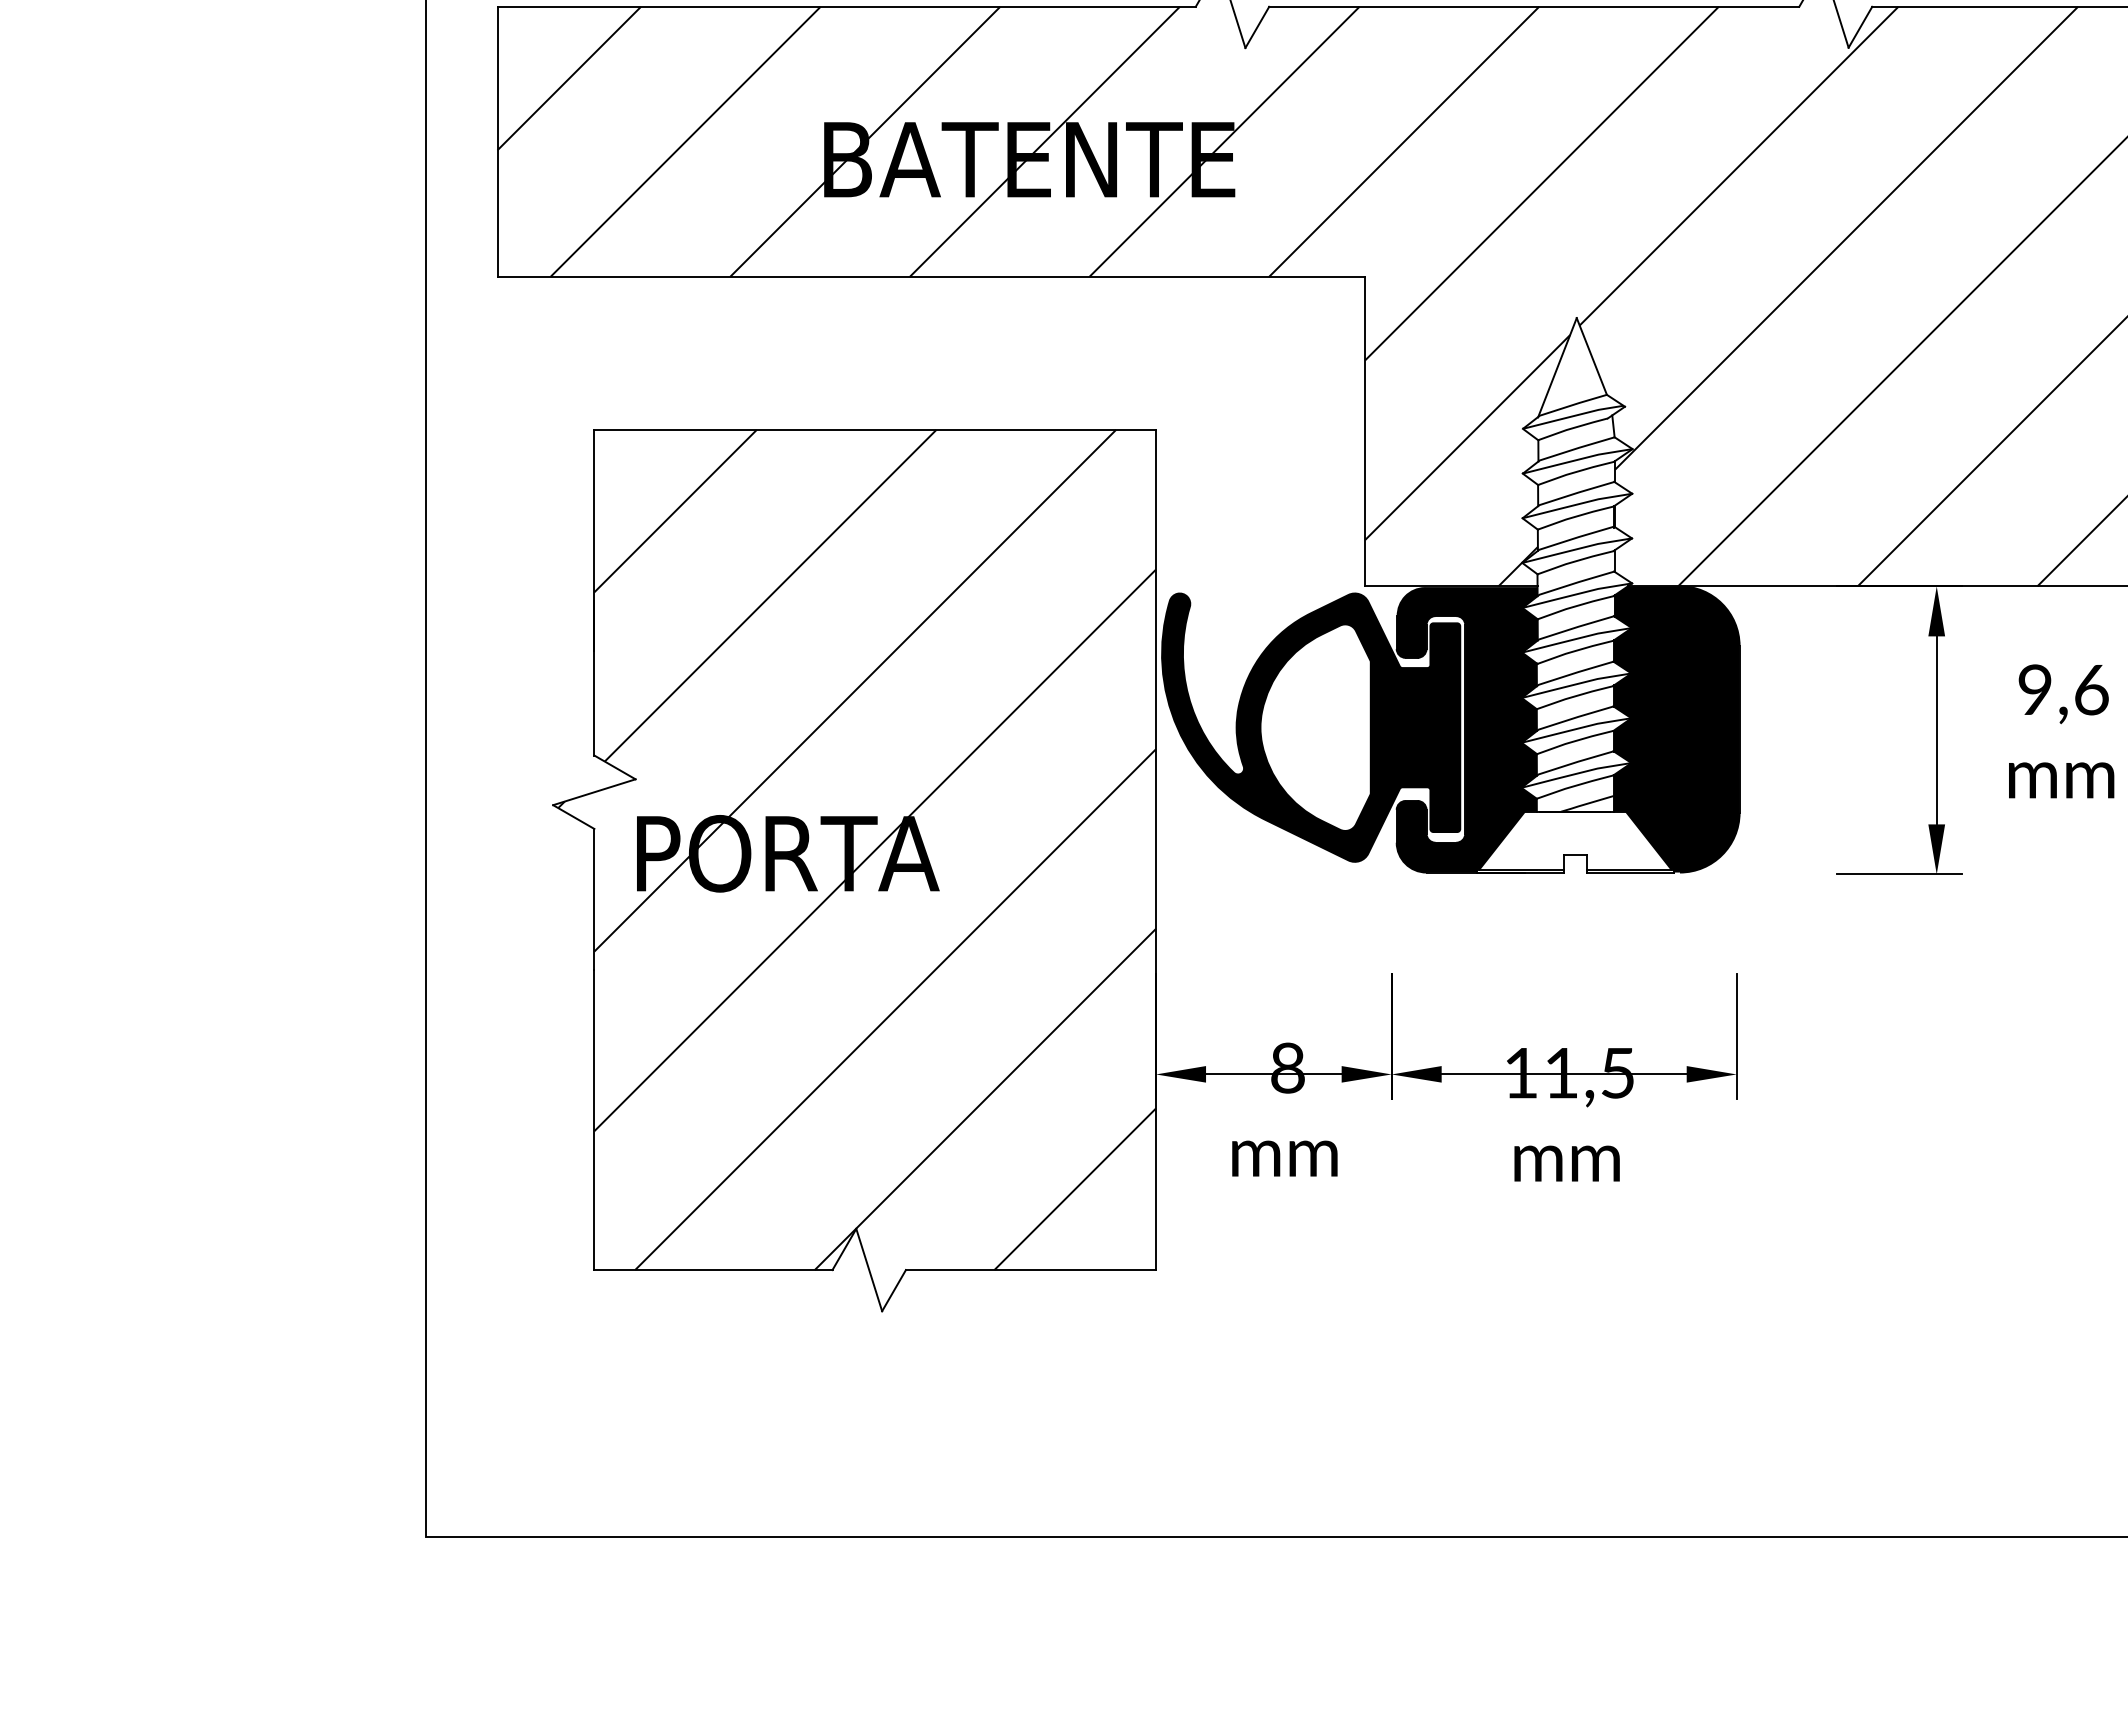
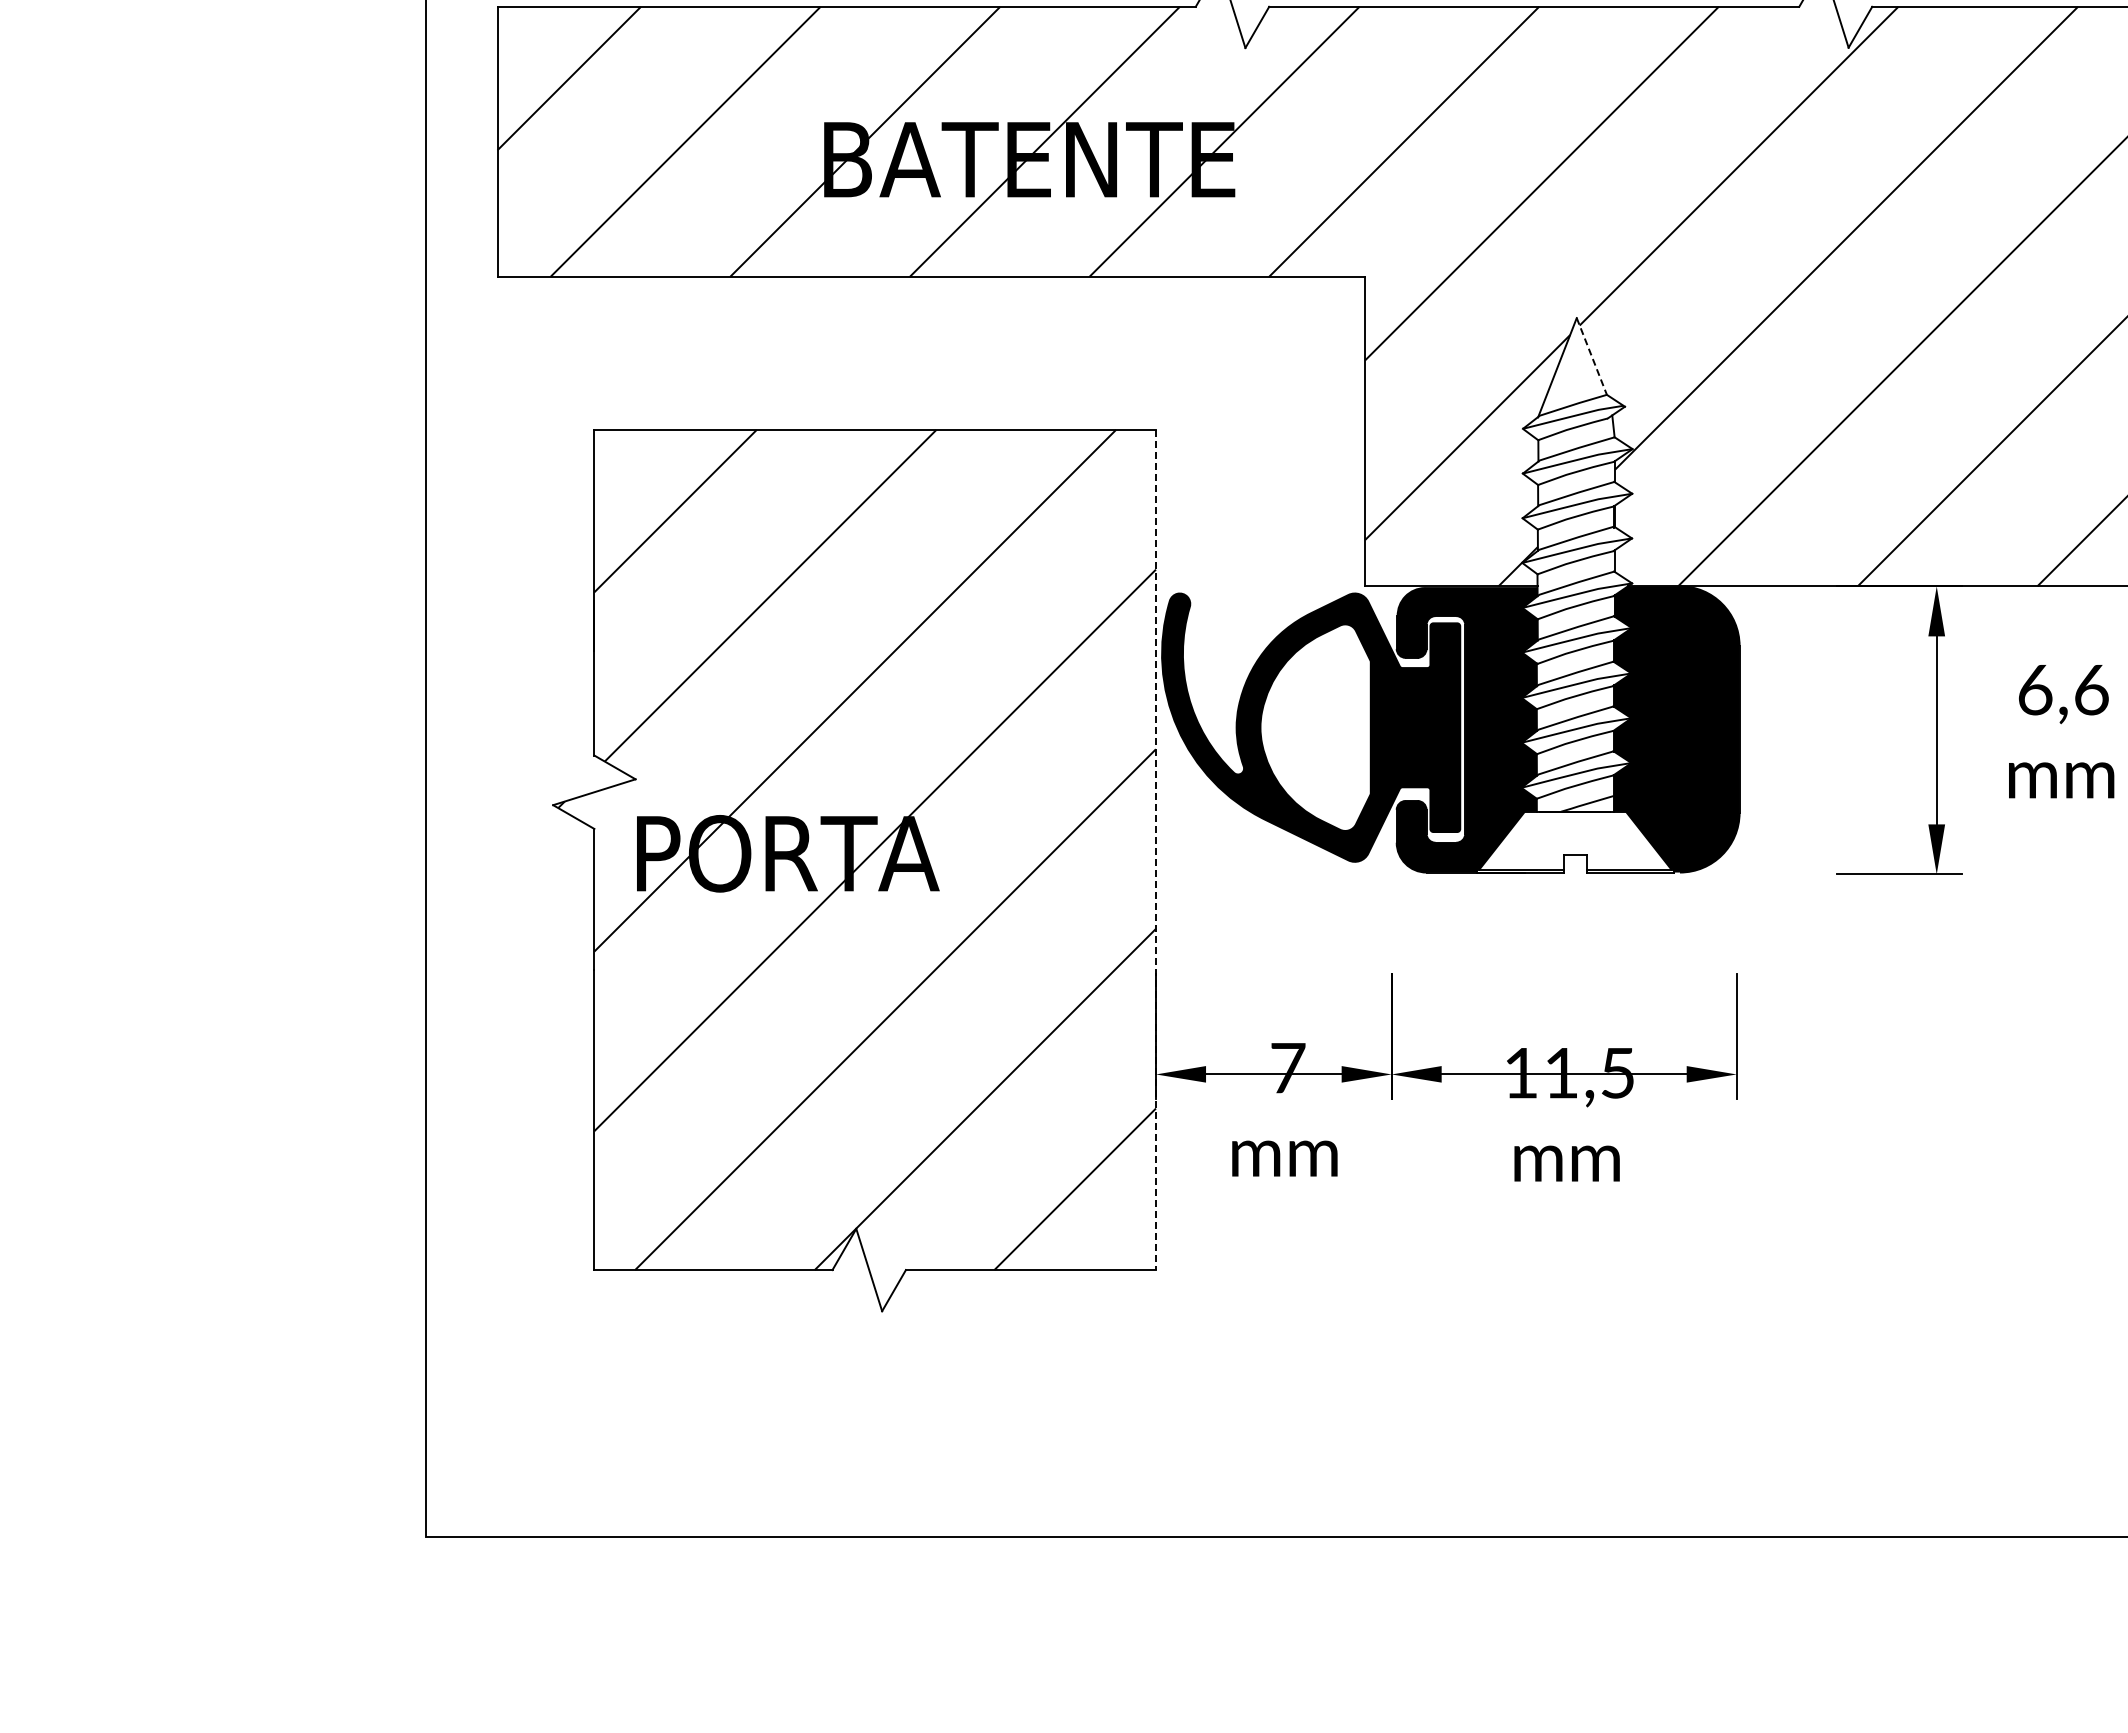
line at (1592, 356): solid -> dashed
text at (2035, 689): 9,6 -> 6,6
line at (1155, 850): solid -> dashed
text at (1288, 1067): 8 -> 7
